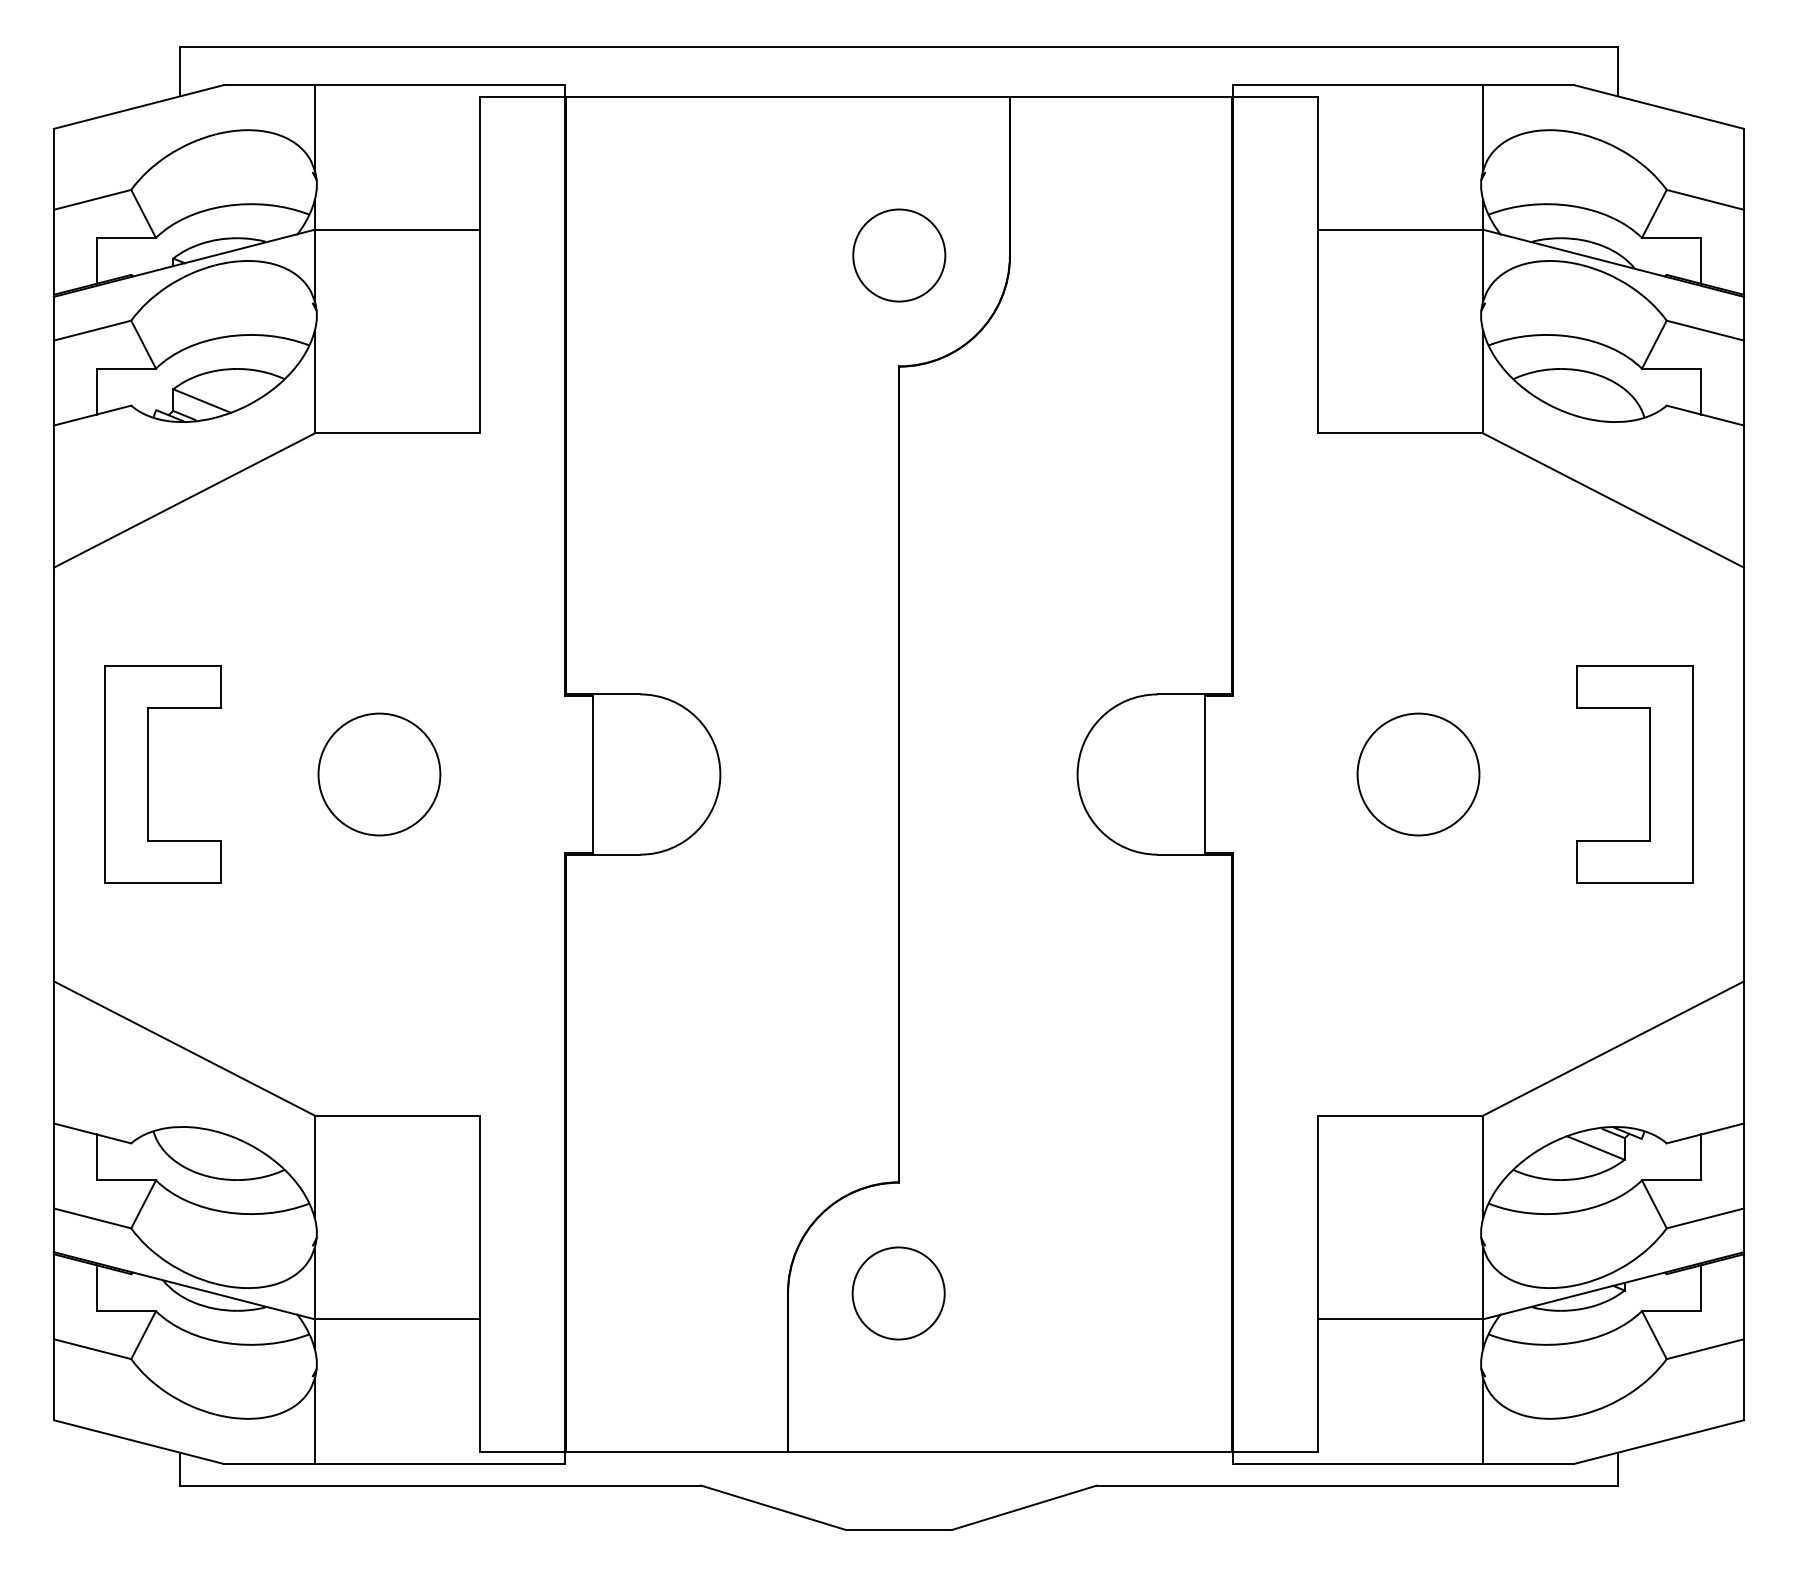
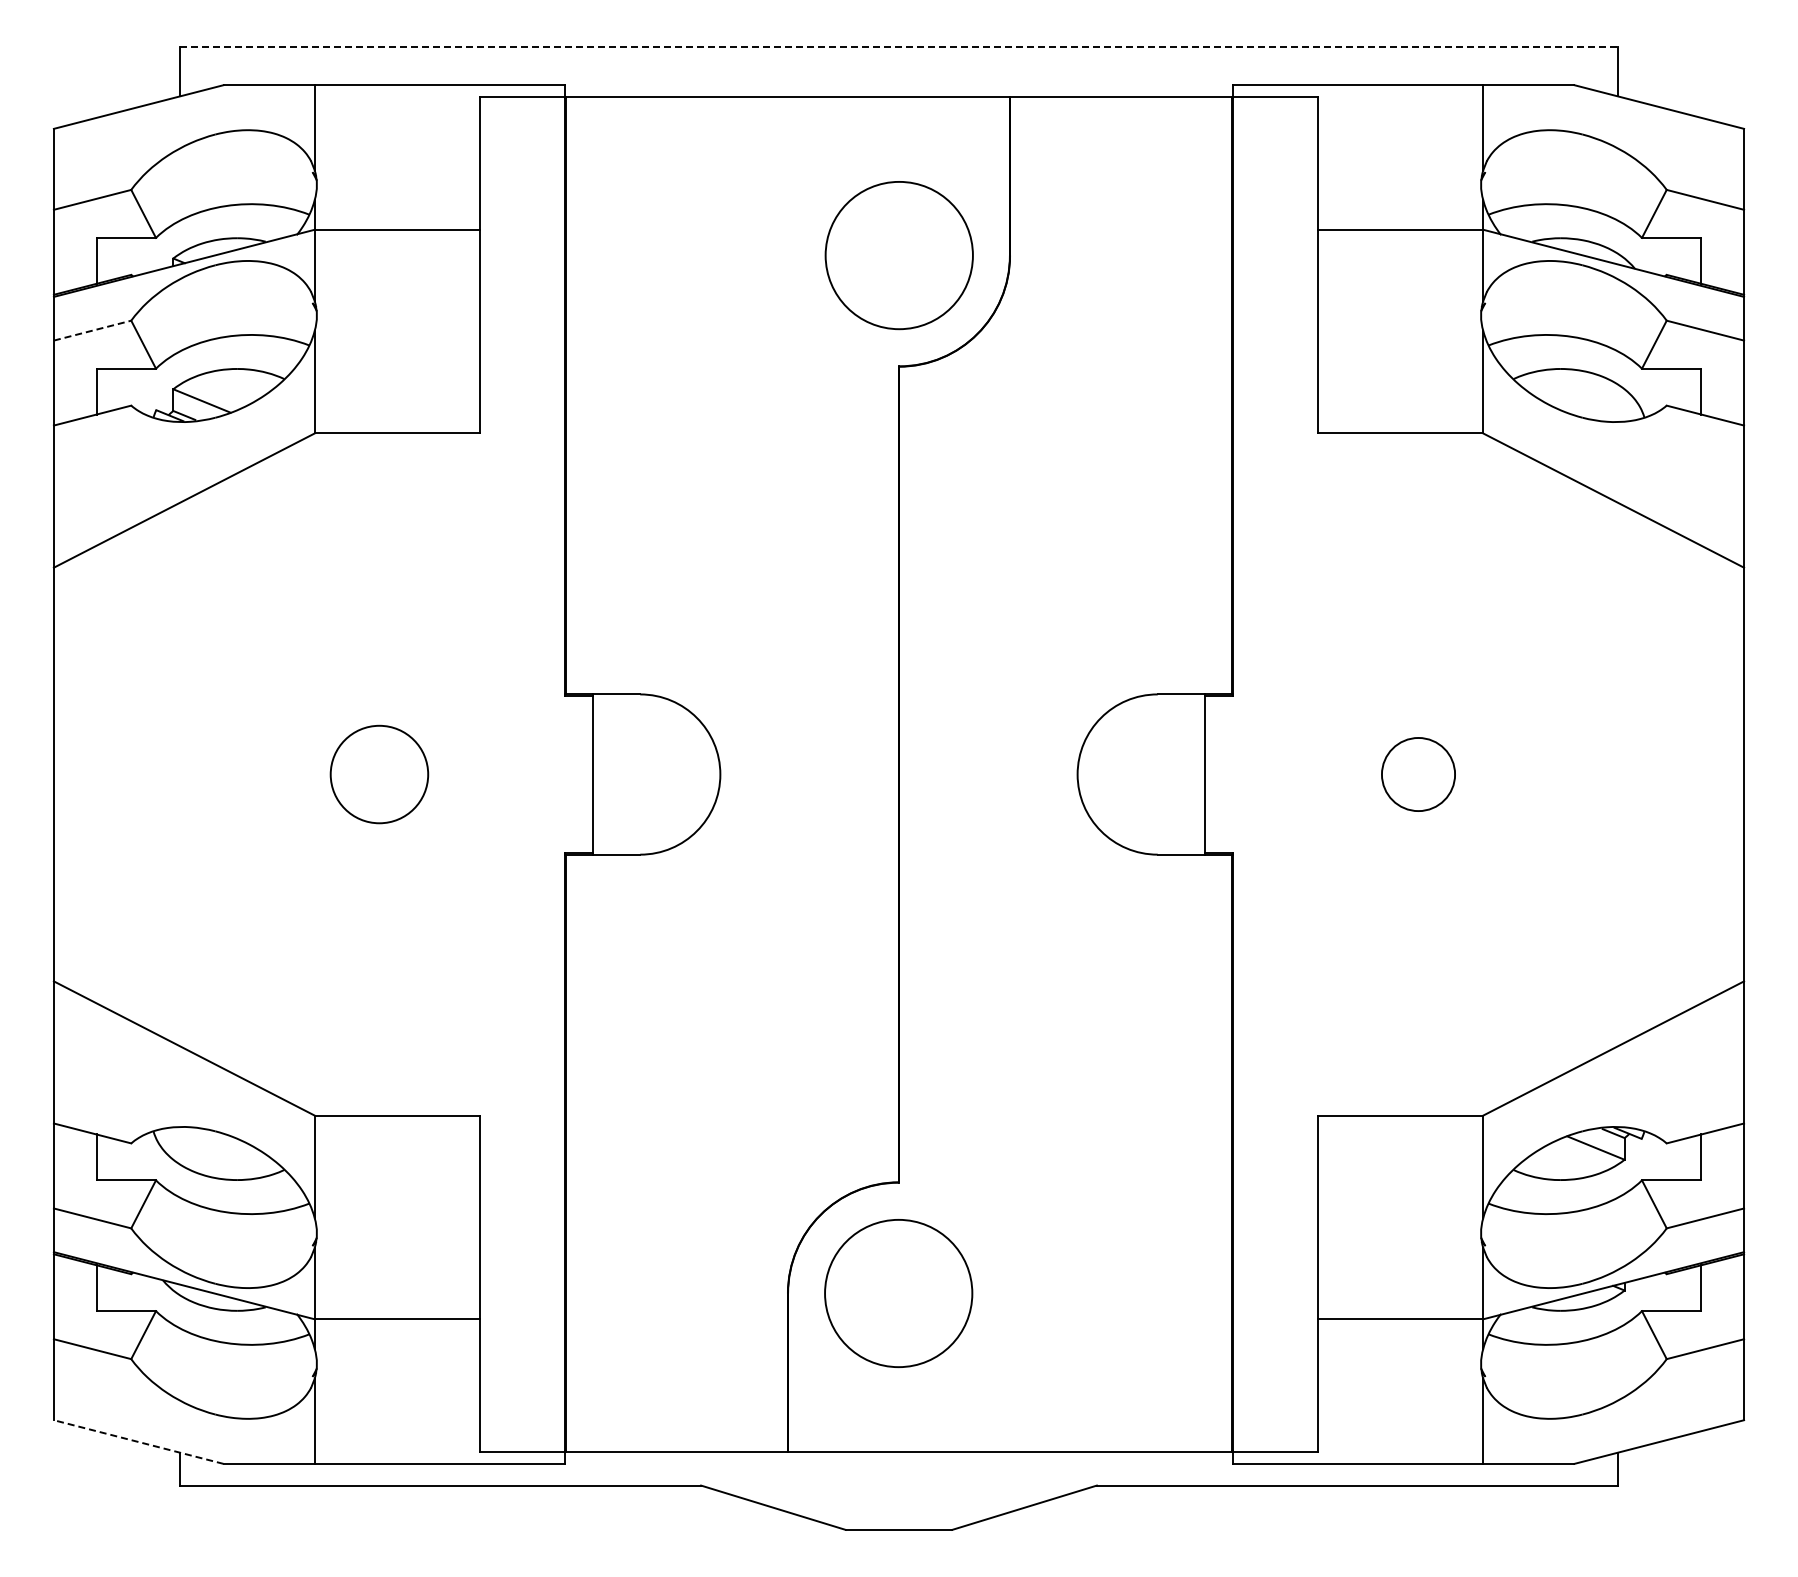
line at (899, 47): solid -> dashed
circle at (899, 255) diameter: 92 px -> 147 px
line at (92, 330): solid -> dashed
part at (148, 774): present -> none
circle at (379, 774) diameter: 122 px -> 97 px
circle at (1418, 774) diameter: 122 px -> 73 px
part at (1649, 774): present -> none
circle at (898, 1293) diameter: 92 px -> 147 px
line at (138, 1442): solid -> dashed
